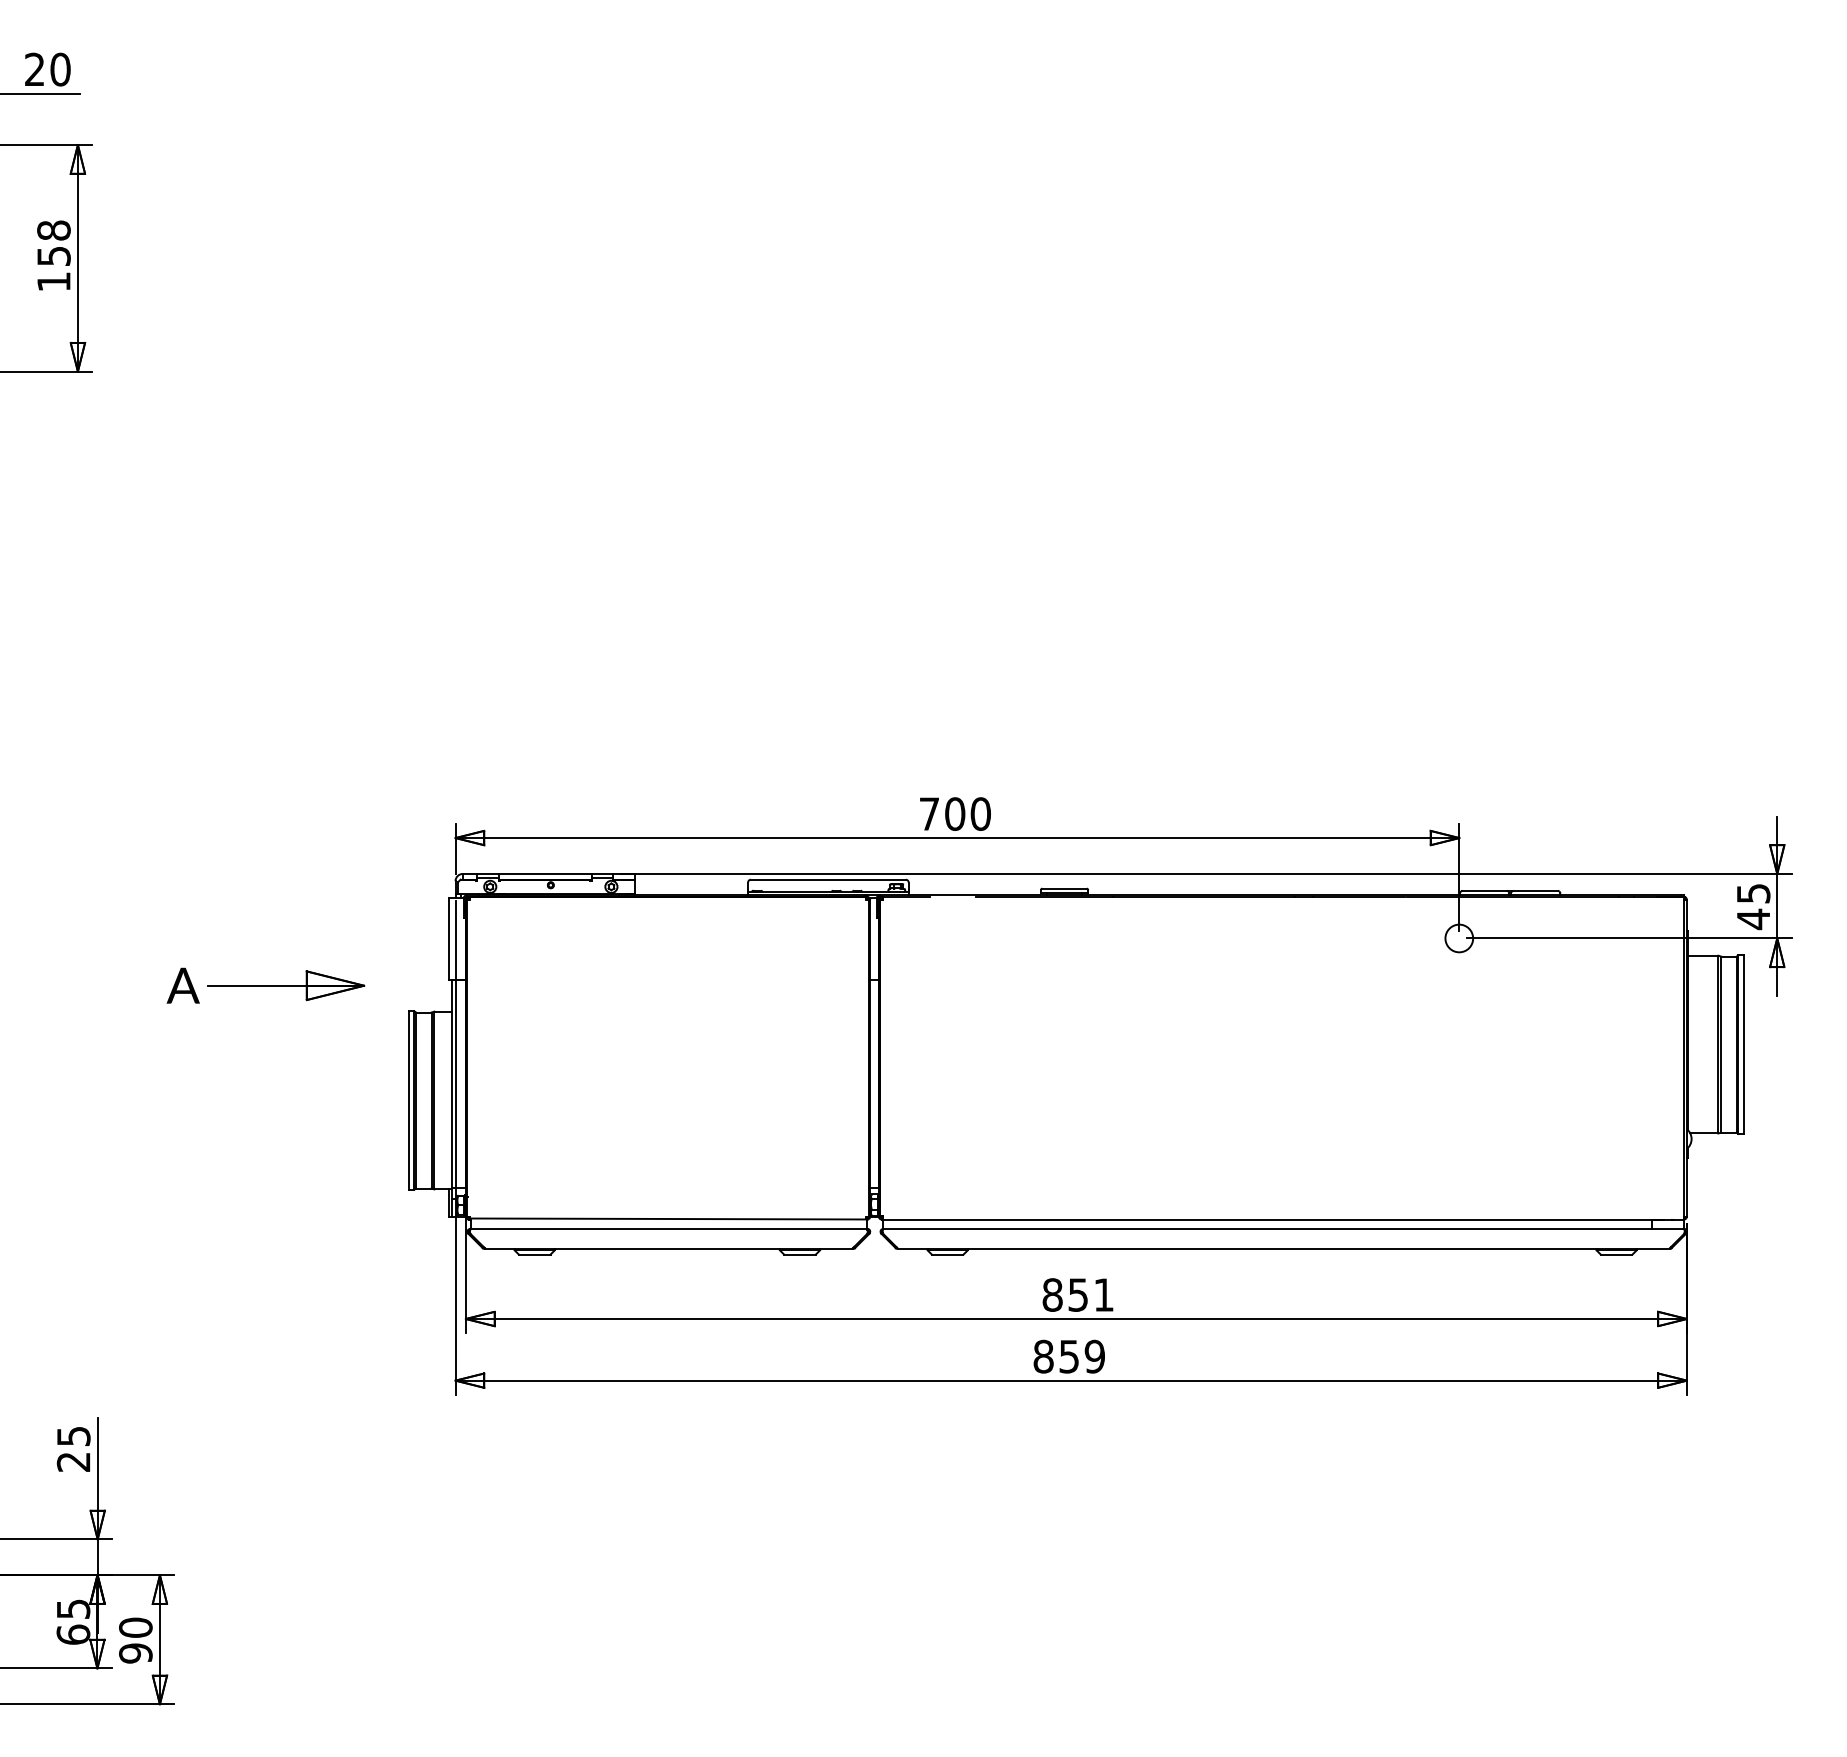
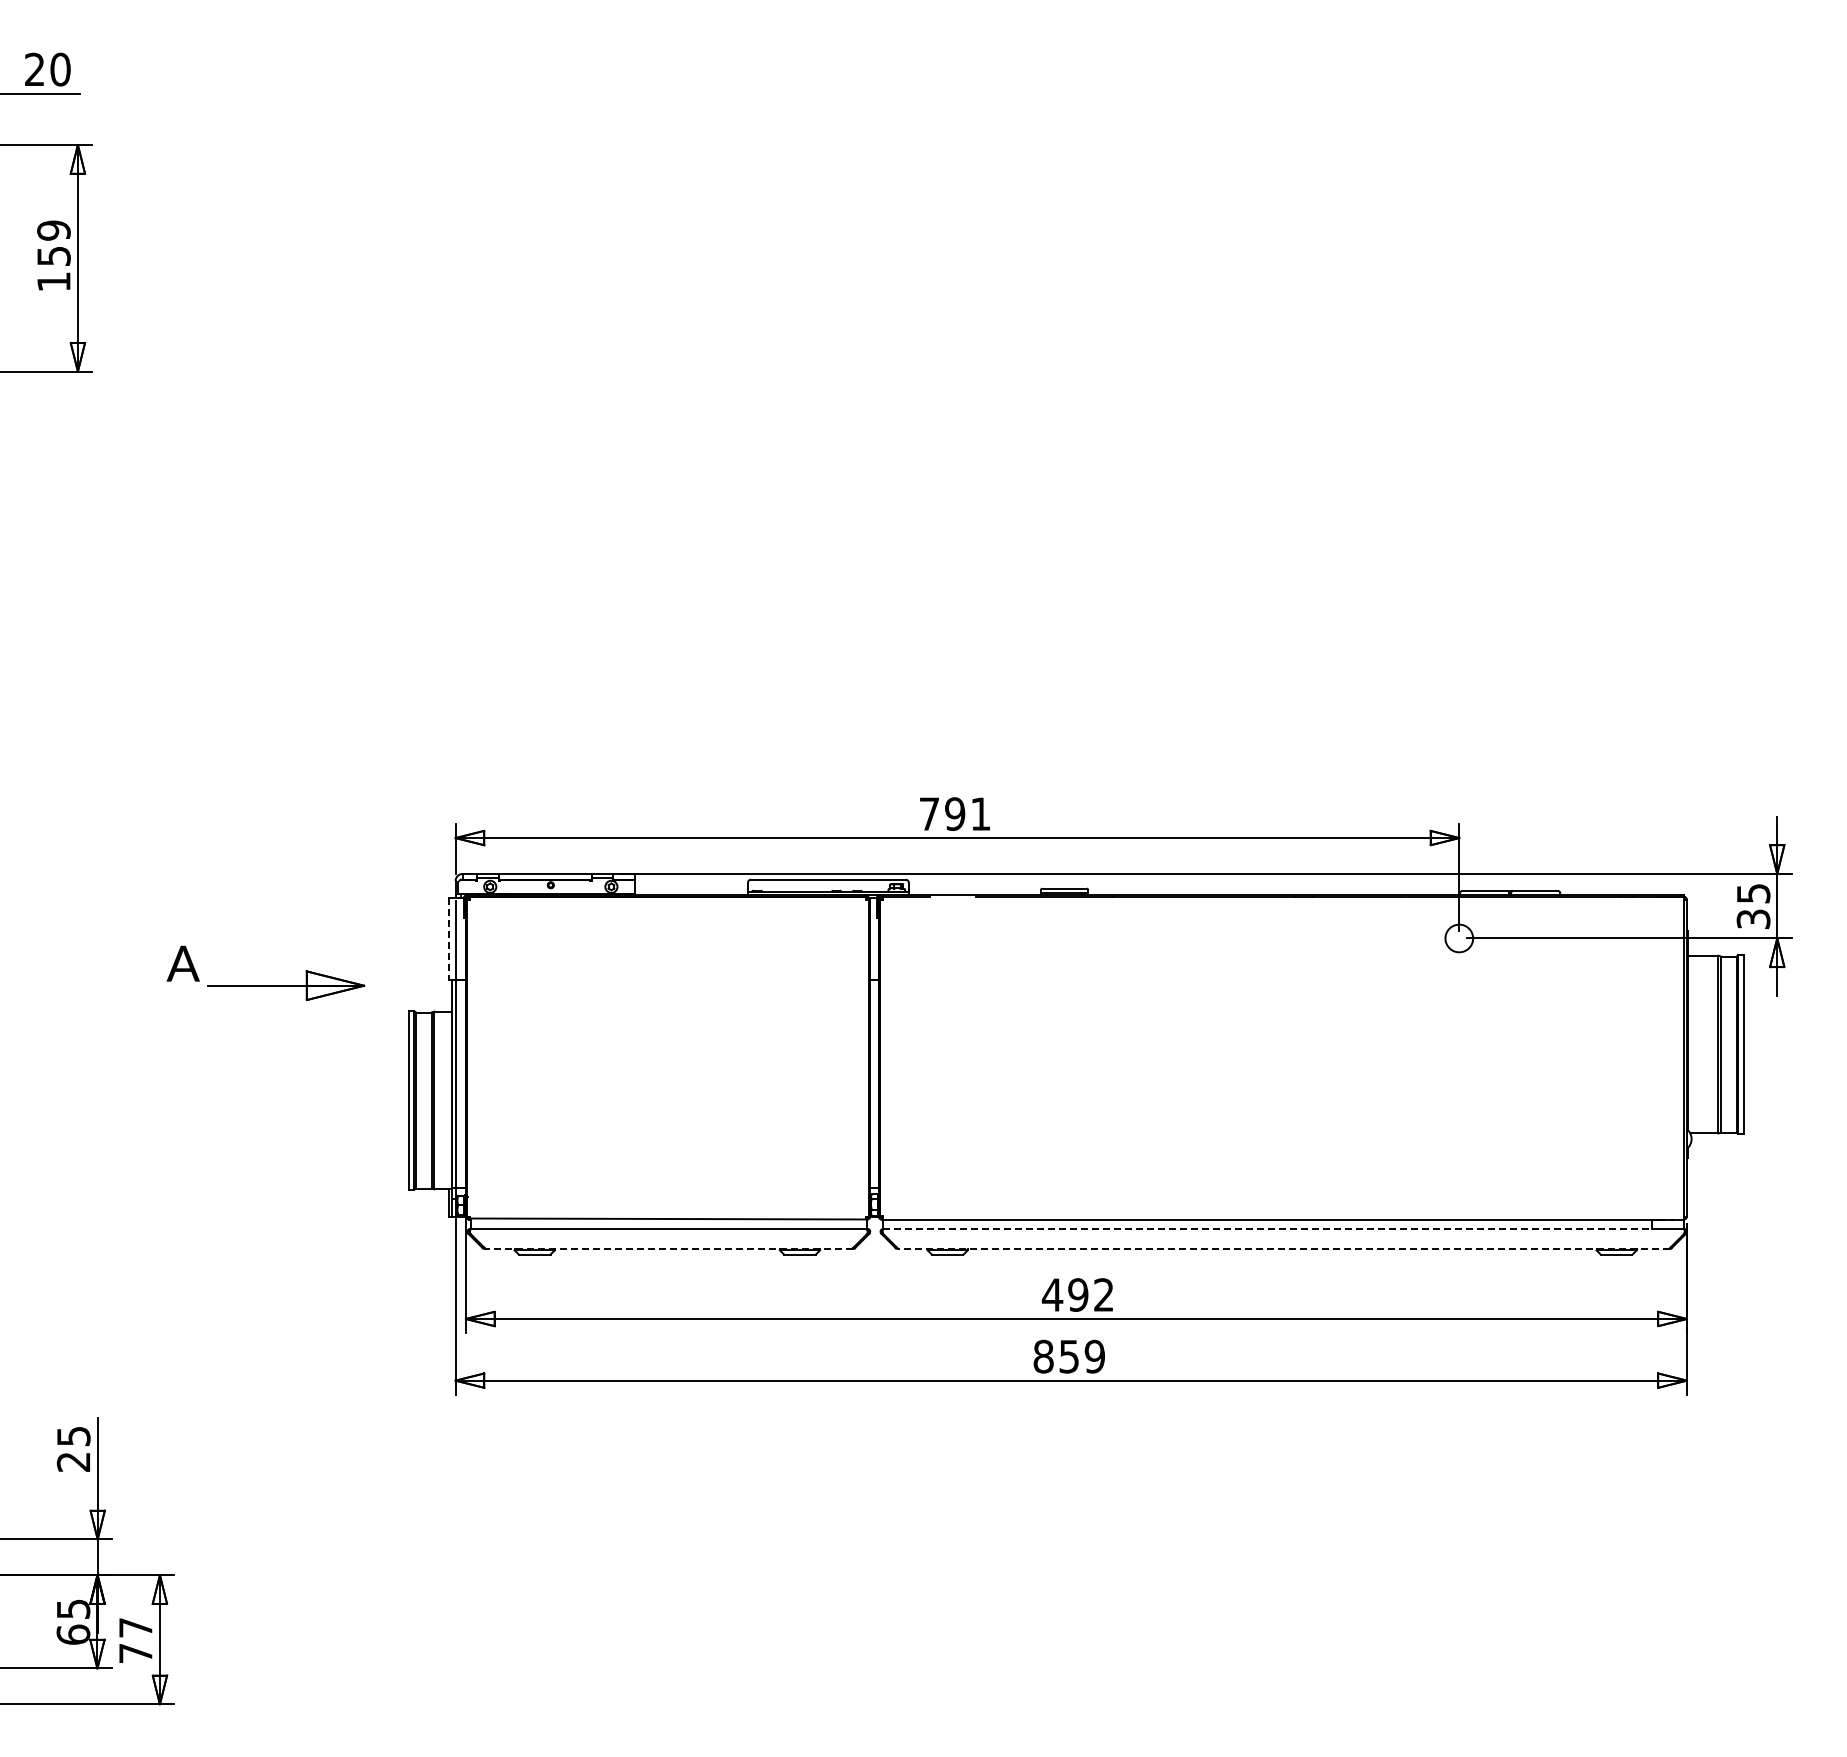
text at (53, 230): 158 -> 159
text at (967, 813): 700 -> 791
text at (1753, 919): 45 -> 35
line at (448, 939): solid -> dashed
text at (182, 985) position: (182, 985) -> (182, 963)
line at (1268, 1228): solid -> dashed
line at (668, 1248): solid -> dashed
line at (1283, 1248): solid -> dashed
text at (1077, 1294): 851 -> 492
text at (135, 1640): 90 -> 77
